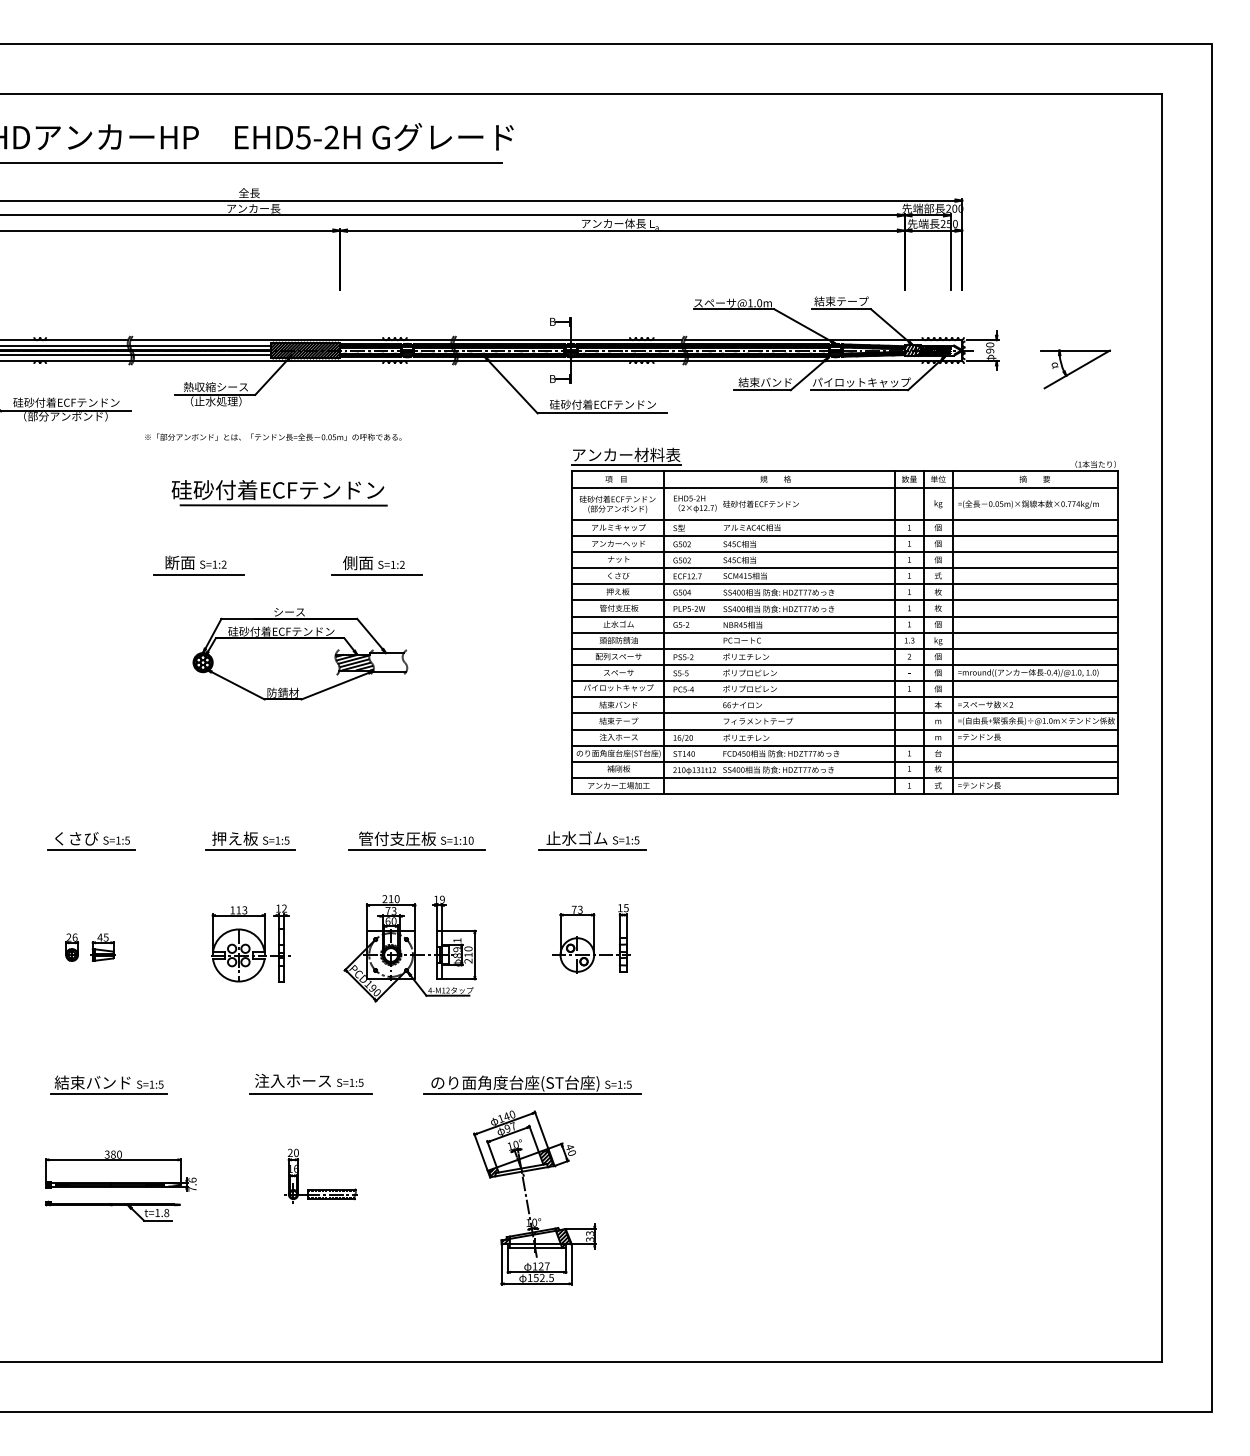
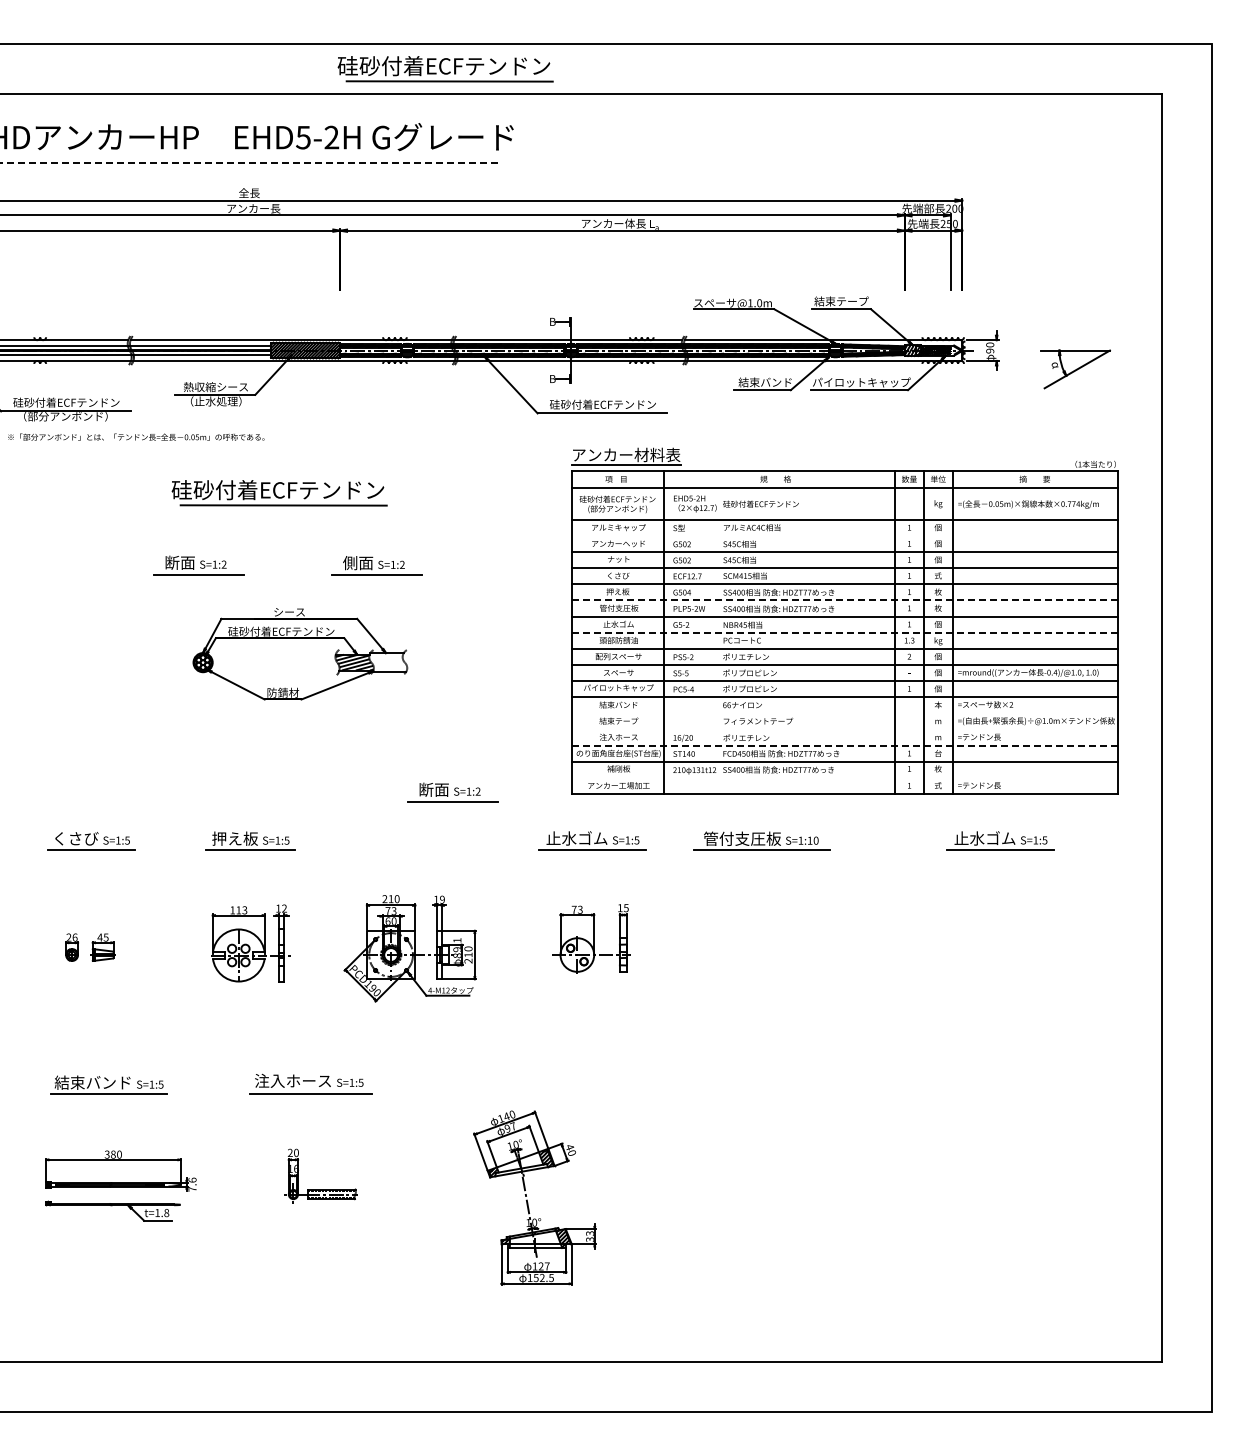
part at (445, 69): none -> present
line at (250, 163): solid -> dashed
text at (273, 436) position: (273, 436) -> (136, 436)
line at (844, 535): present -> none
line at (845, 600): solid -> dashed
line at (845, 632): solid -> dashed
line at (844, 713): present -> none
line at (844, 729): present -> none
line at (845, 745): solid -> dashed
line at (844, 777): present -> none
part at (452, 792): none -> present
part at (416, 840) position: (416, 840) -> (761, 840)
part at (1000, 840): none -> present
part at (532, 1084): present -> none
